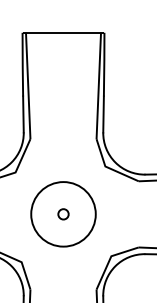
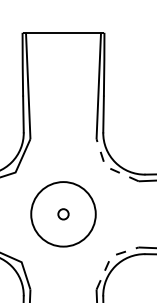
line at (108, 167): solid -> dashed
line at (110, 258): solid -> dashed
